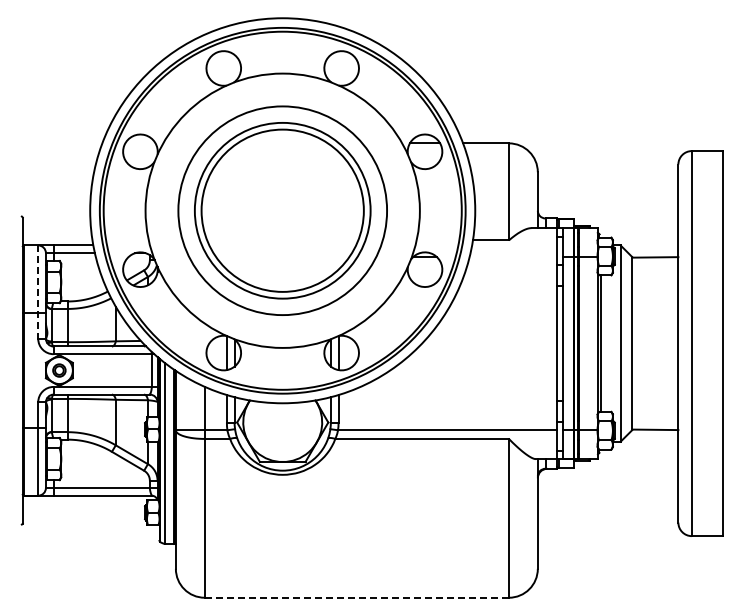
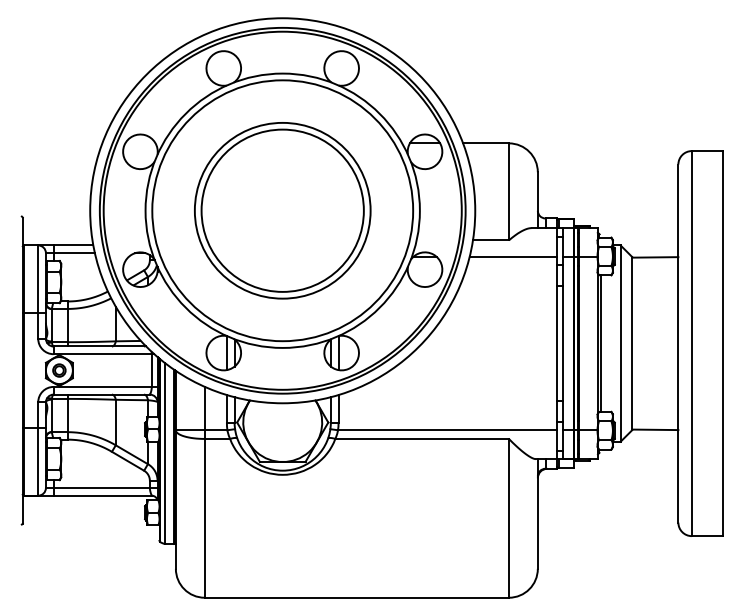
circle at (282, 210) diameter: 209 px -> 261 px
line at (513, 256): none -> present
line at (38, 292): dashed -> solid
line at (357, 597): dashed -> solid
